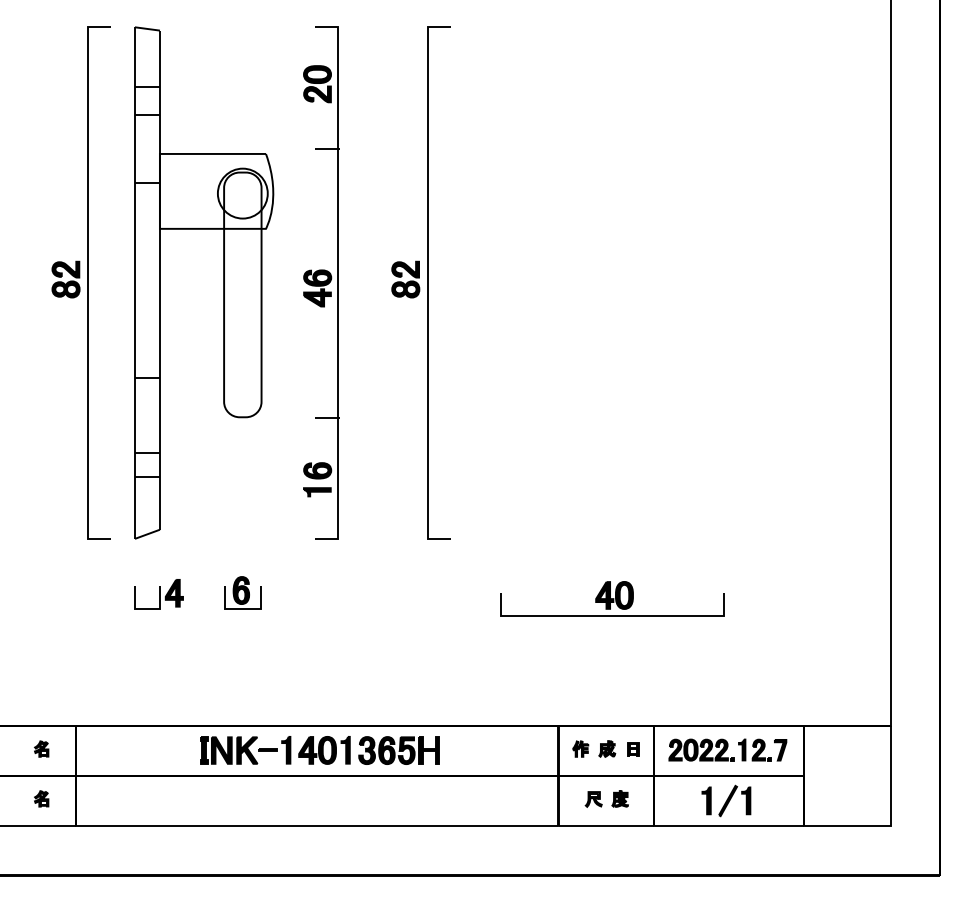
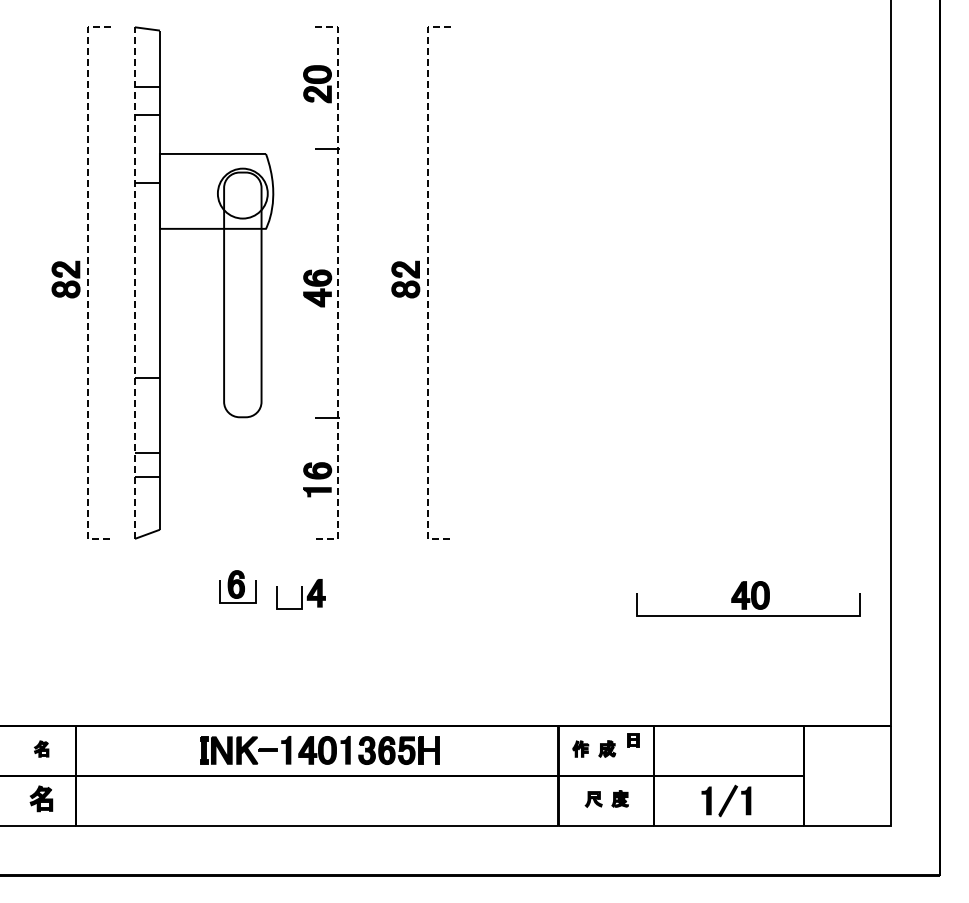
line at (87, 283): solid -> dashed
line at (134, 283): solid -> dashed
line at (338, 283): solid -> dashed
line at (427, 283): solid -> dashed
part at (242, 592) position: (242, 592) -> (237, 586)
part at (158, 594) position: (158, 594) -> (300, 594)
part at (612, 598) position: (612, 598) -> (748, 598)
part at (633, 749) position: (633, 749) -> (633, 740)
part at (727, 749): present -> none
part at (41, 798) size: 16x18 px -> 25x28 px
